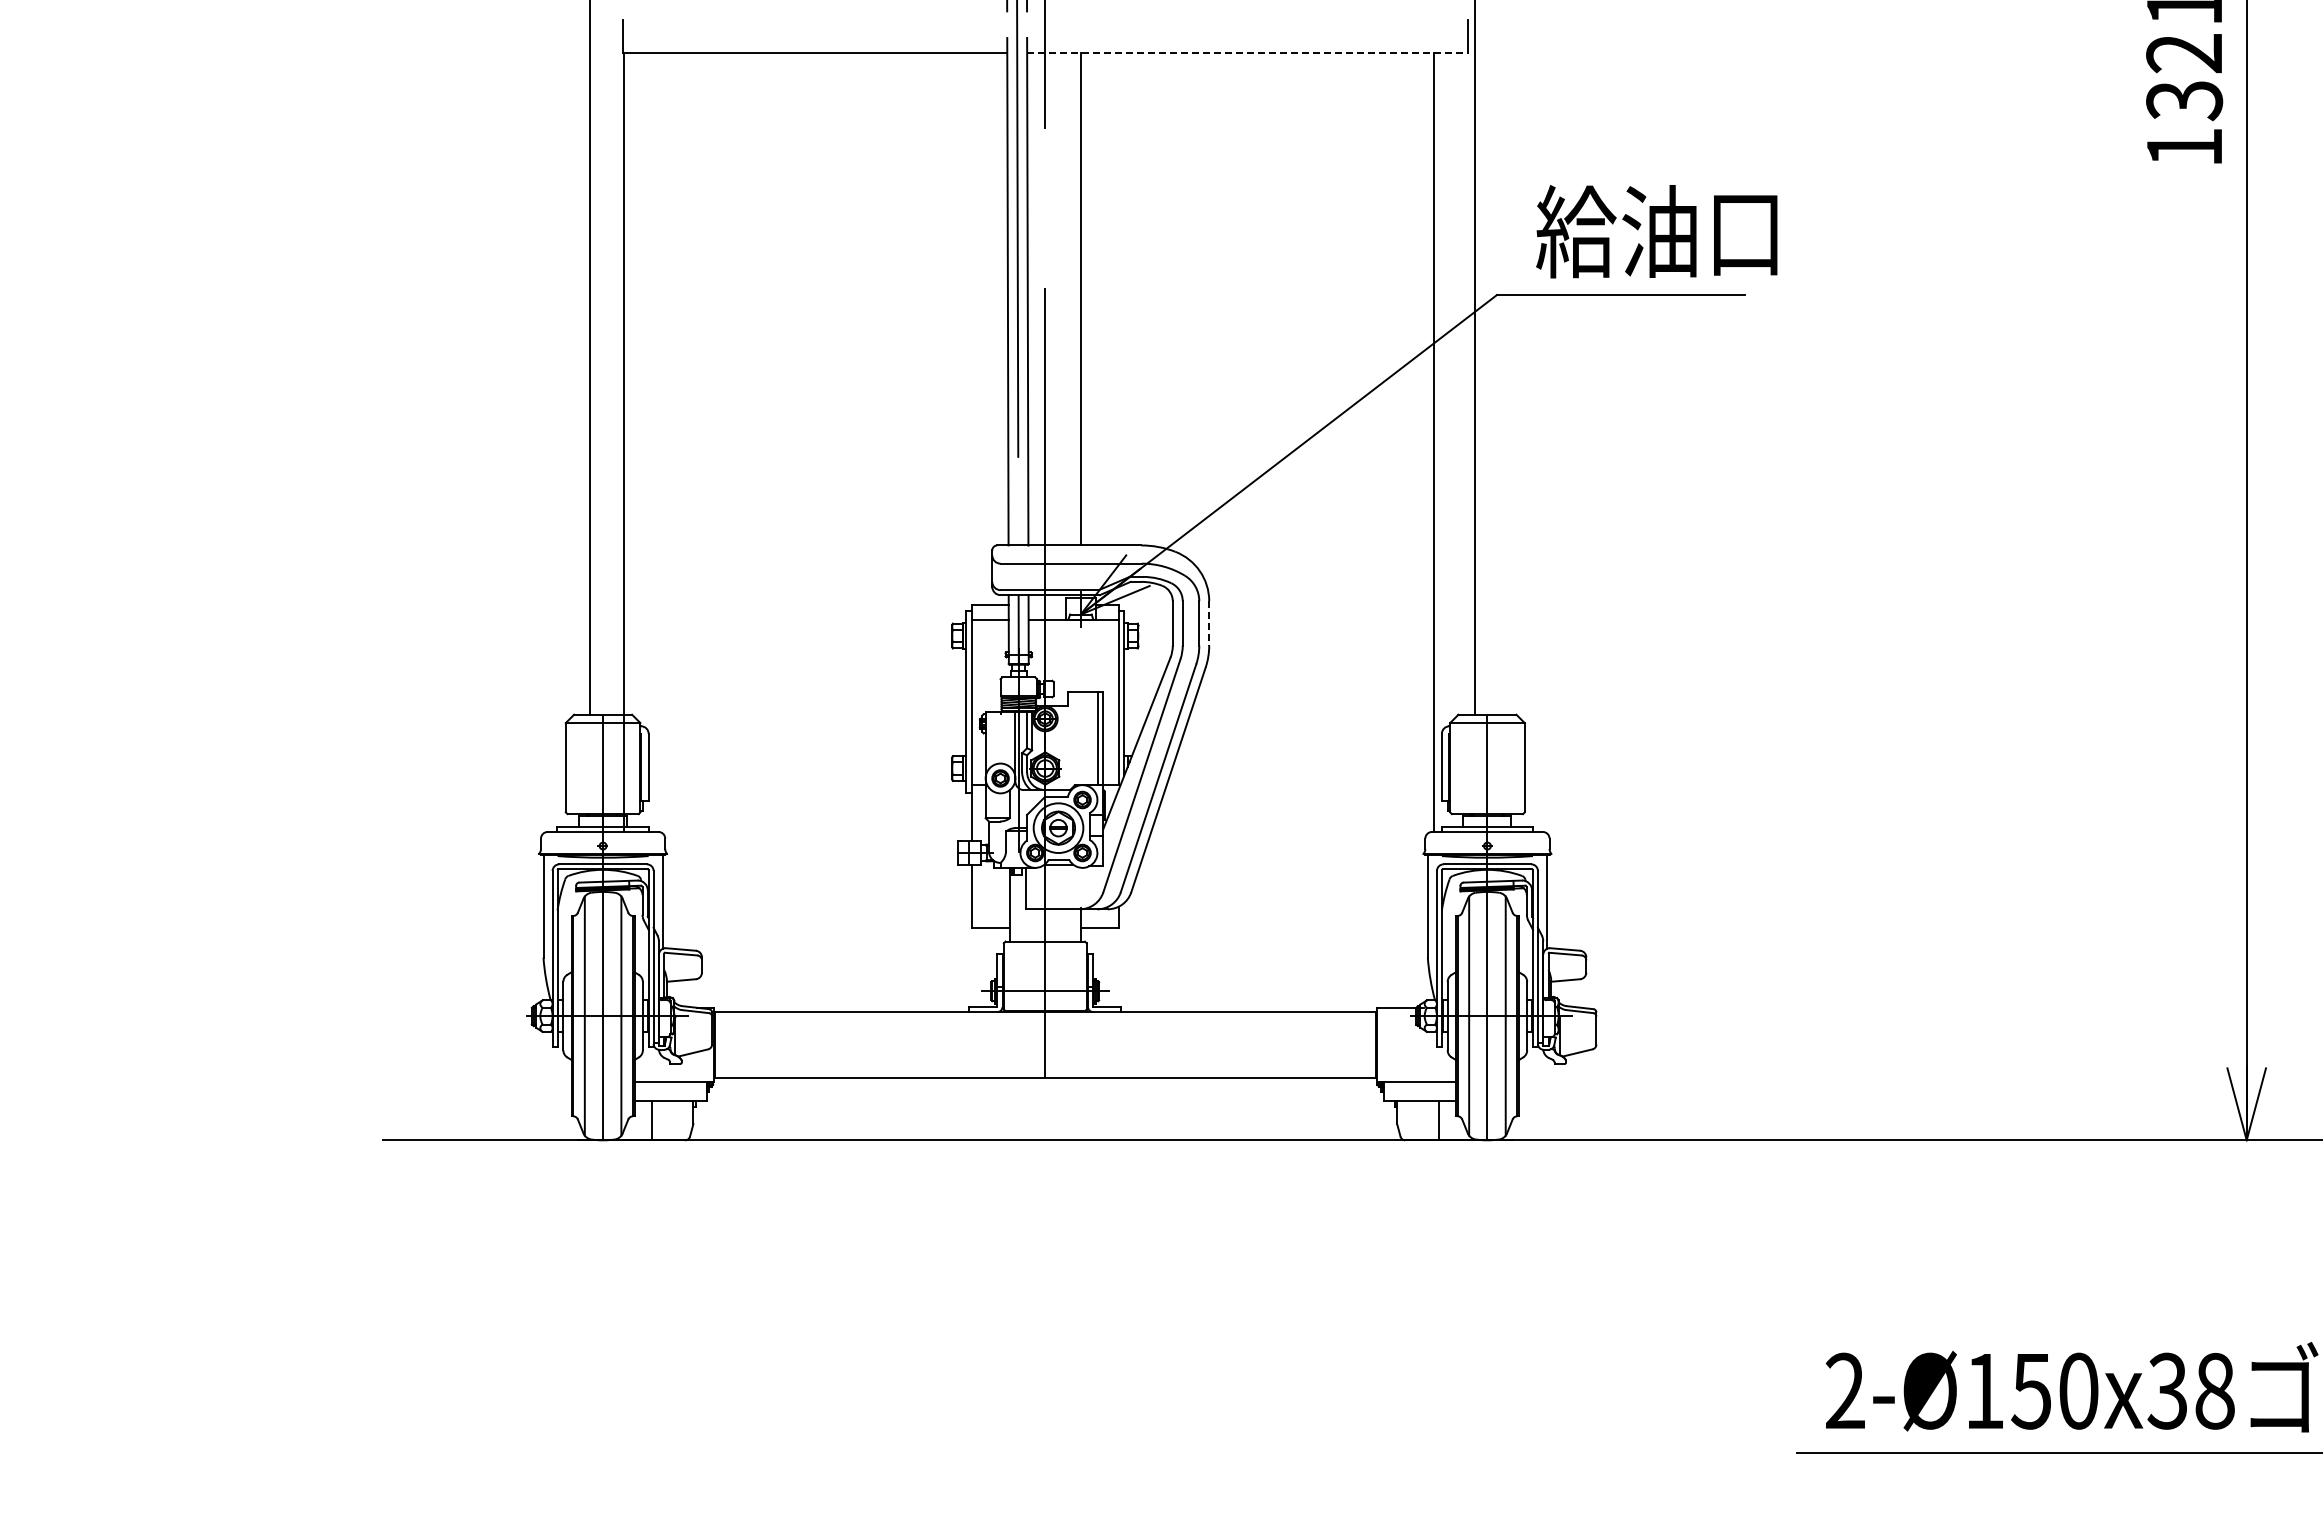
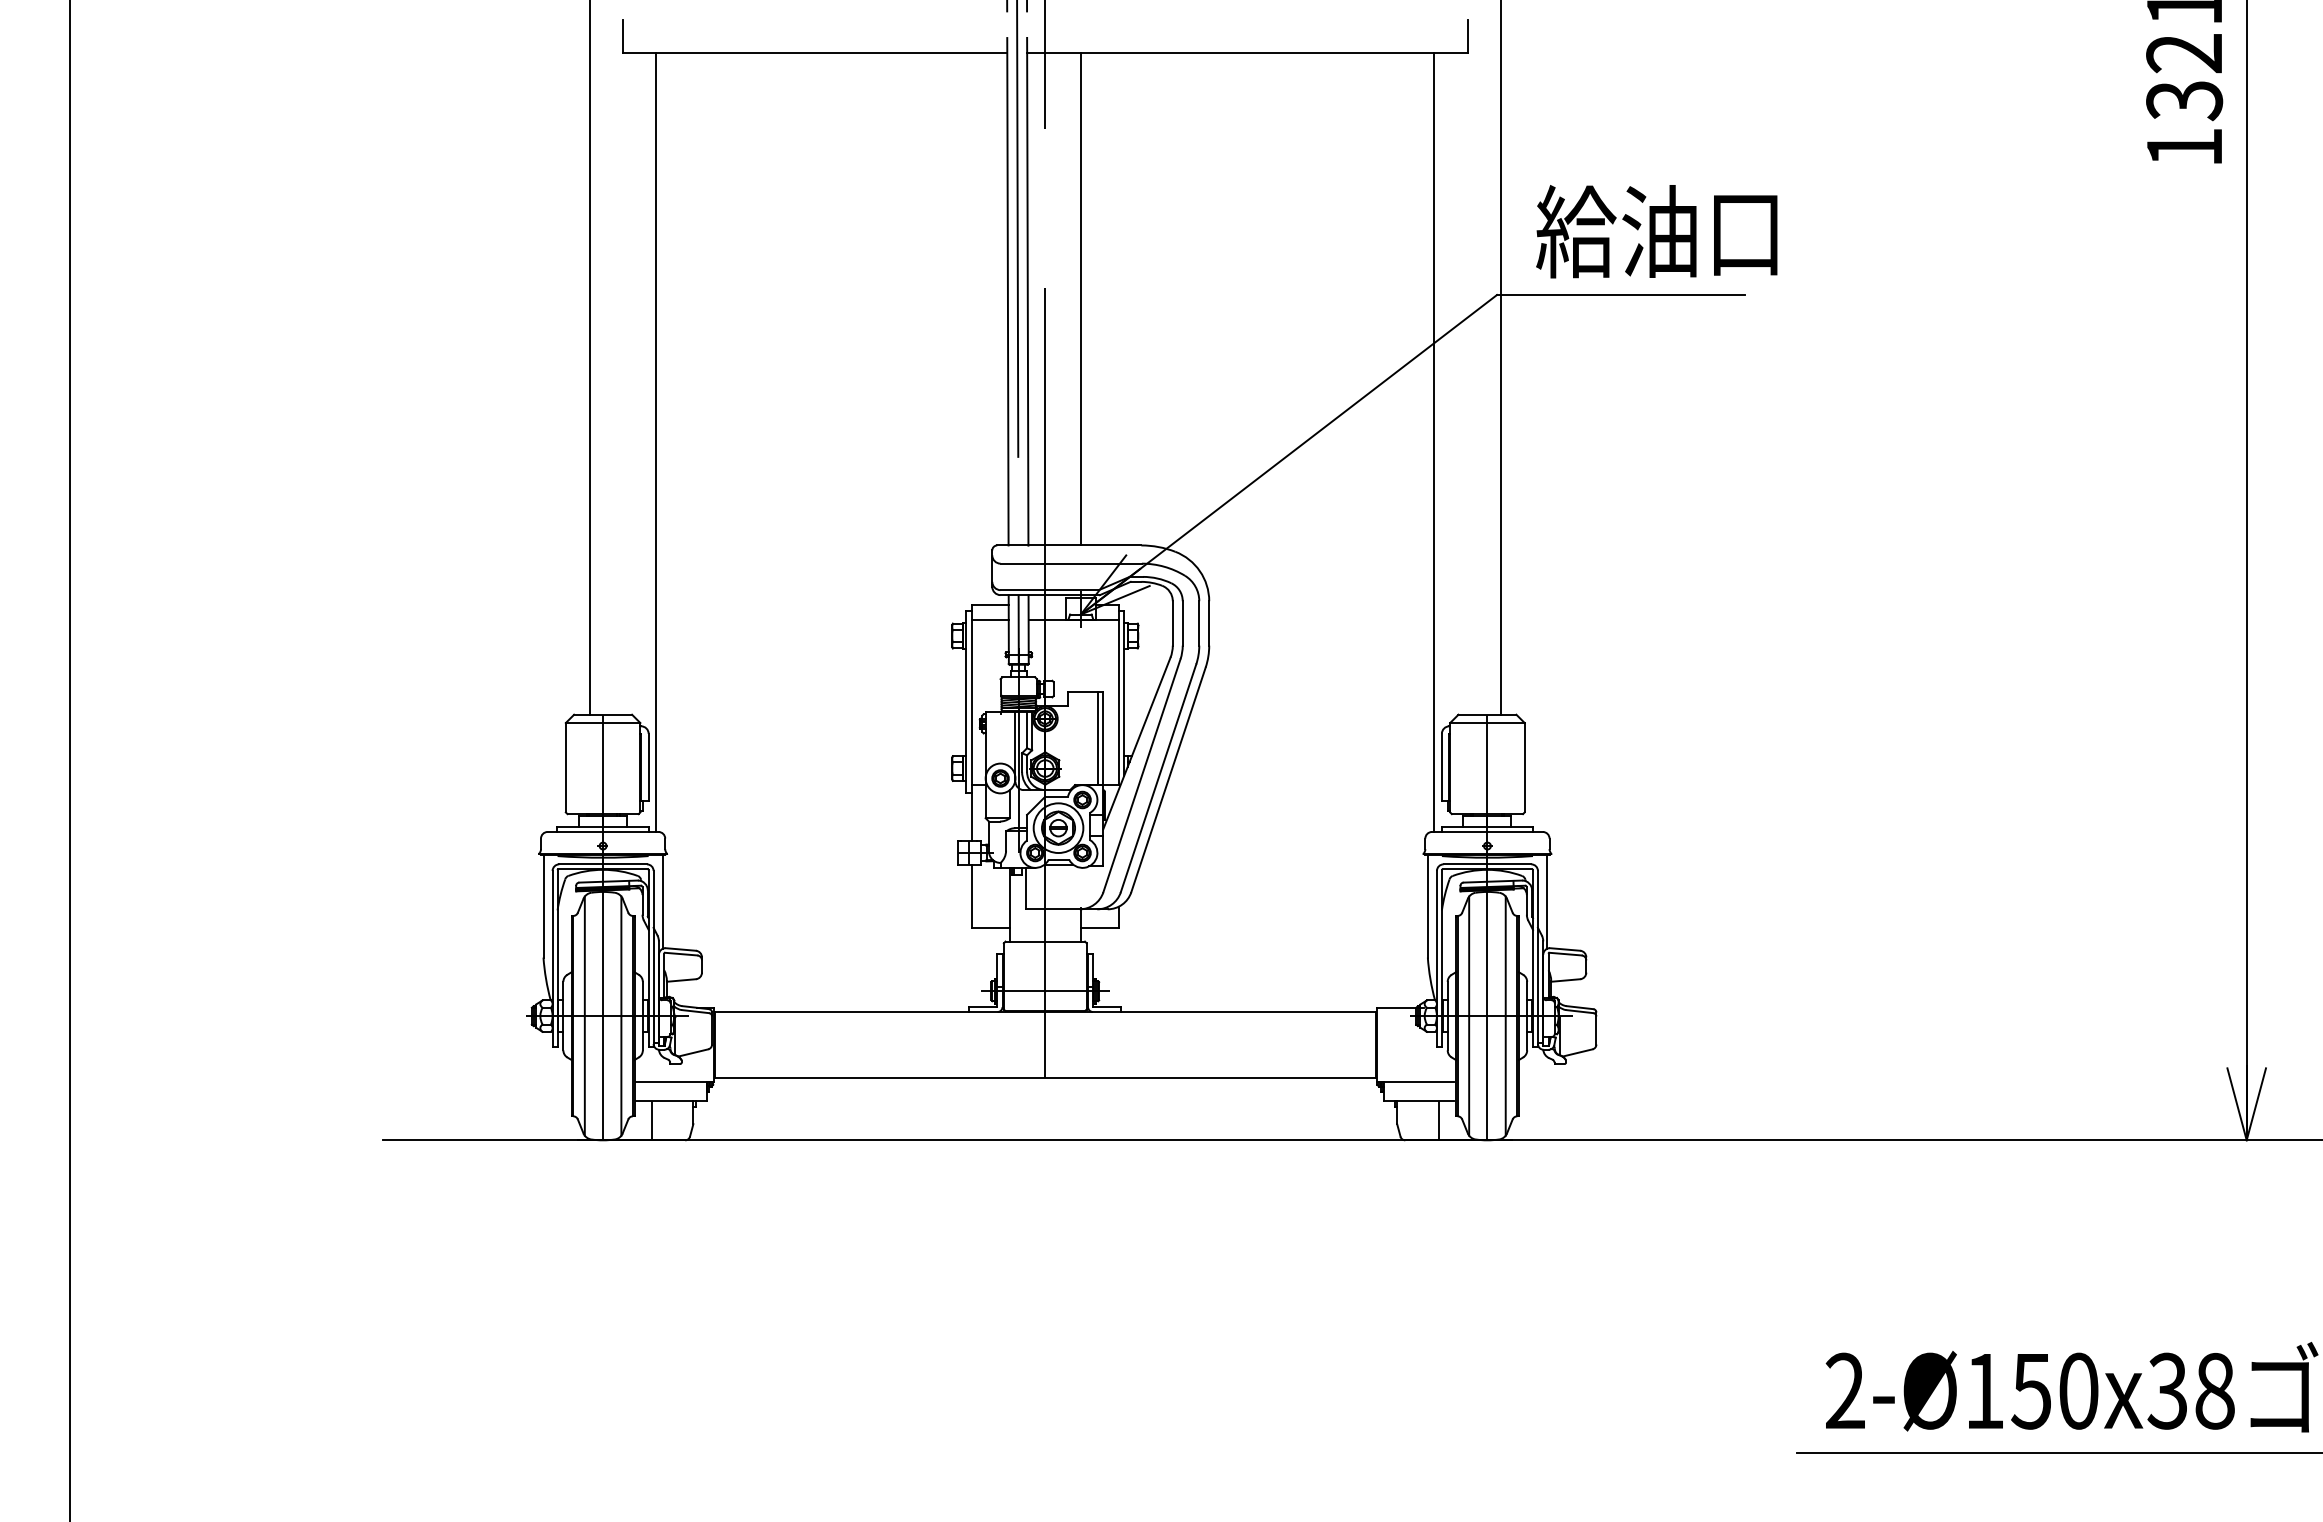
line at (1247, 52): dashed -> solid
line at (1474, 358) position: (1474, 358) -> (1500, 358)
line at (624, 441) position: (624, 441) -> (656, 441)
line at (1209, 623): dashed -> solid
line at (69, 760): none -> present
